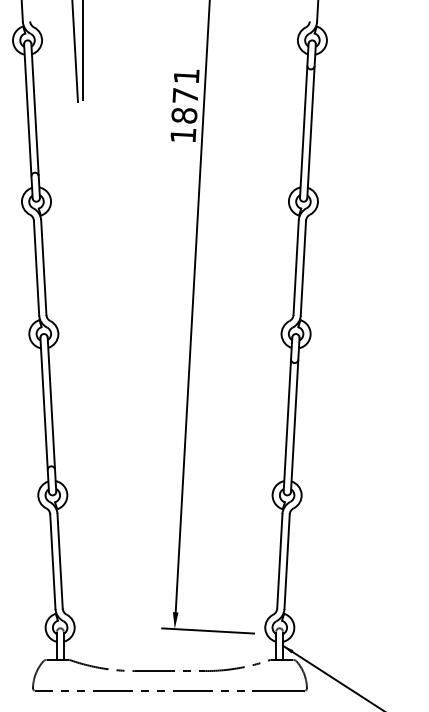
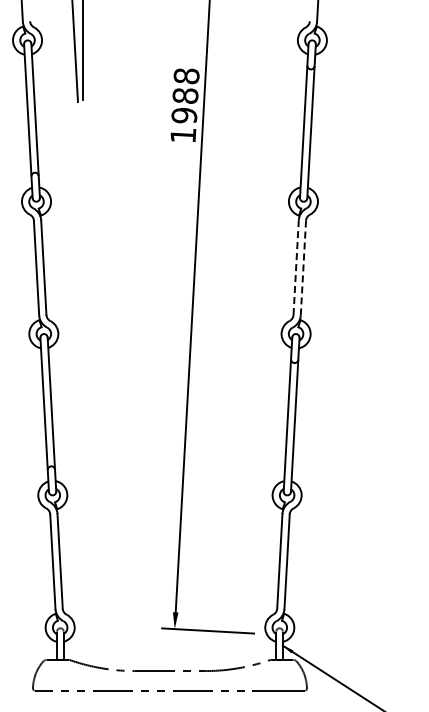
text at (185, 95): 1871 -> 1988
line at (296, 267): solid -> dashed
line at (303, 267): solid -> dashed
